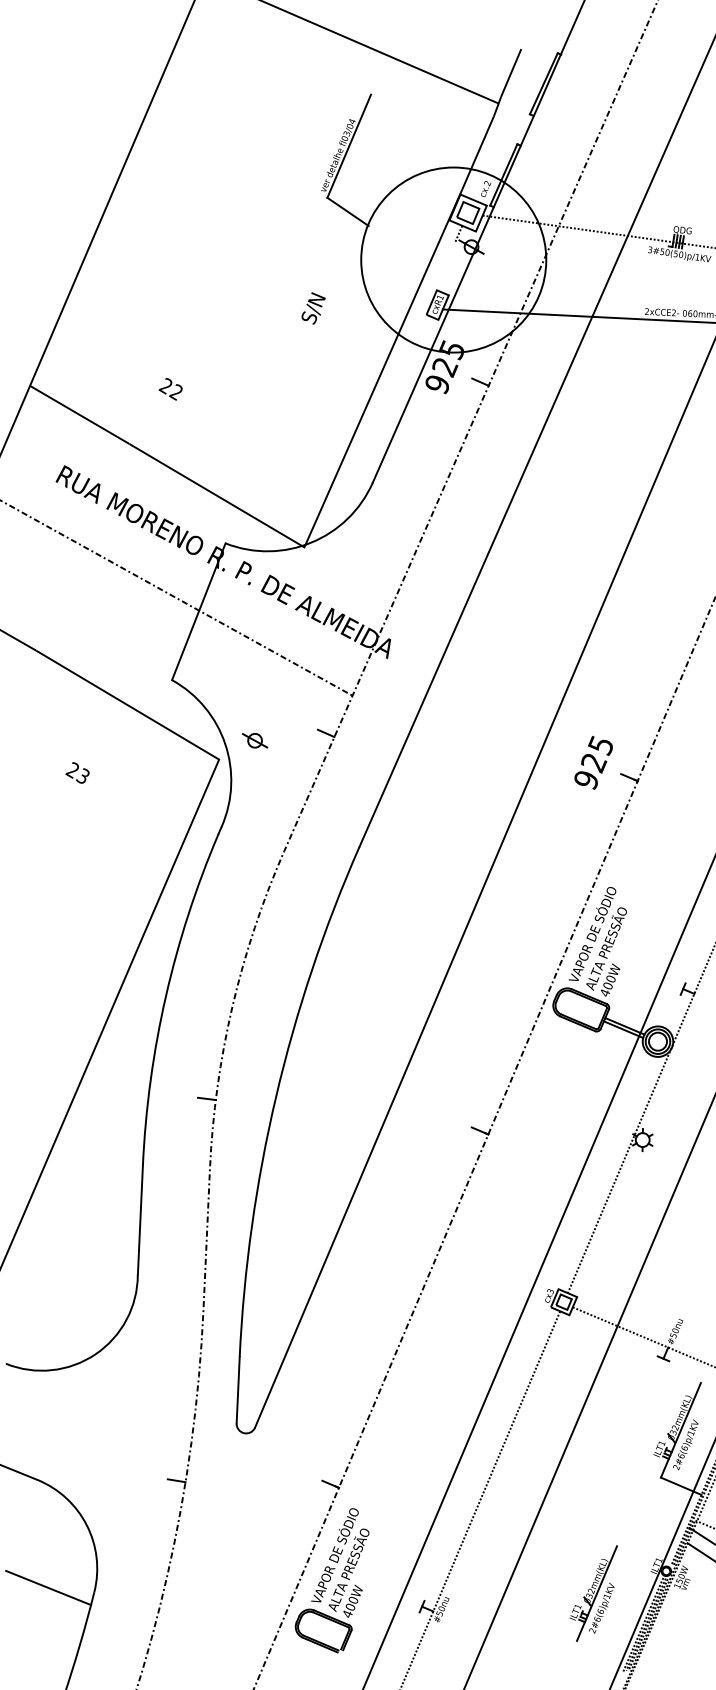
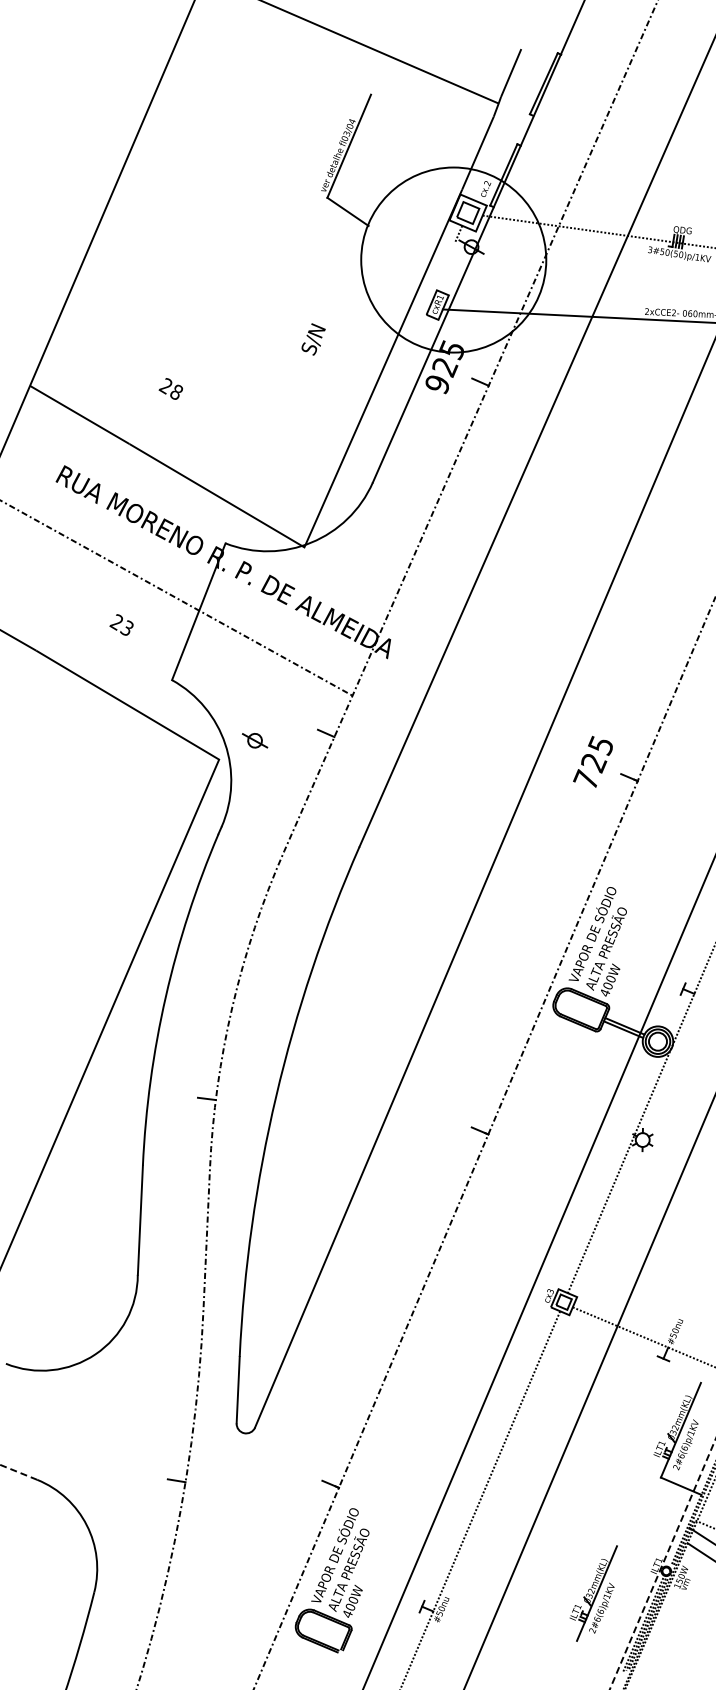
text at (313, 308) position: (313, 308) -> (313, 339)
text at (176, 392): 22 -> 28
text at (77, 772) position: (77, 772) -> (121, 624)
text at (585, 779): 925 -> 725
line at (18, 1472): solid -> dashed
line at (662, 1563): solid -> dashed
line at (48, 1587): present -> none
